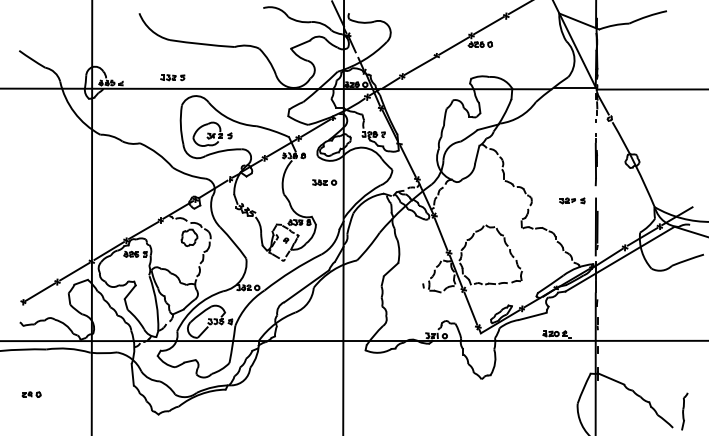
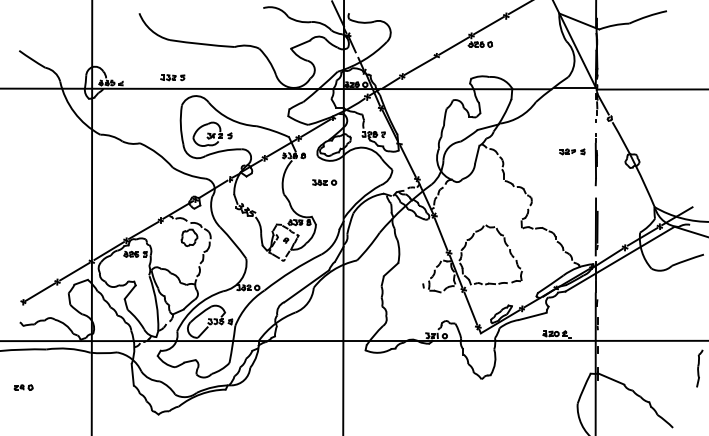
part at (572, 200) position: (572, 200) -> (572, 151)
part at (31, 394) position: (31, 394) -> (23, 387)
part at (684, 411) position: (684, 411) -> (699, 368)
